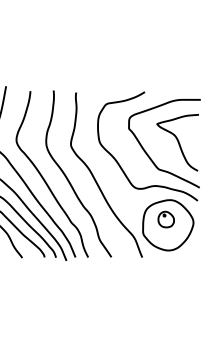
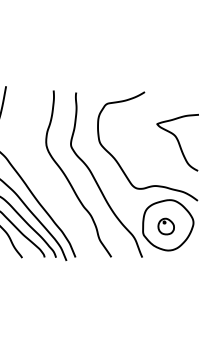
curve at (149, 155): present -> none
curve at (44, 178): present -> none
part at (165, 219) position: (165, 219) -> (165, 226)
